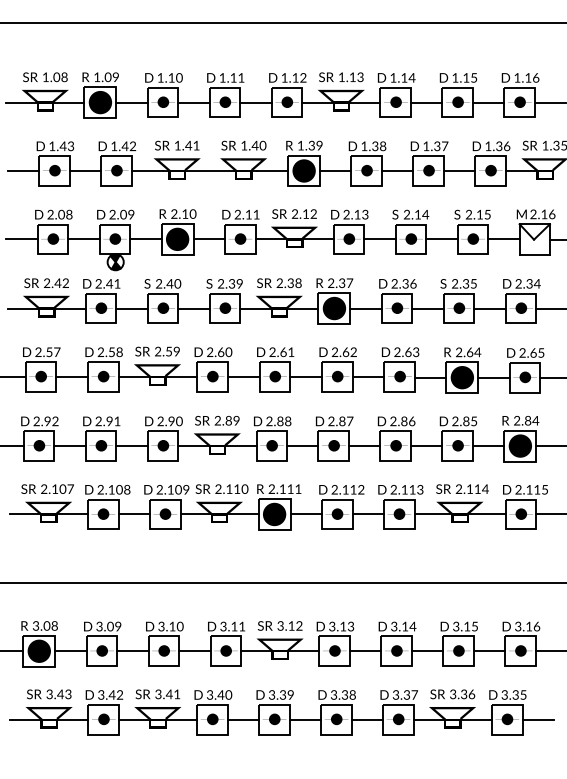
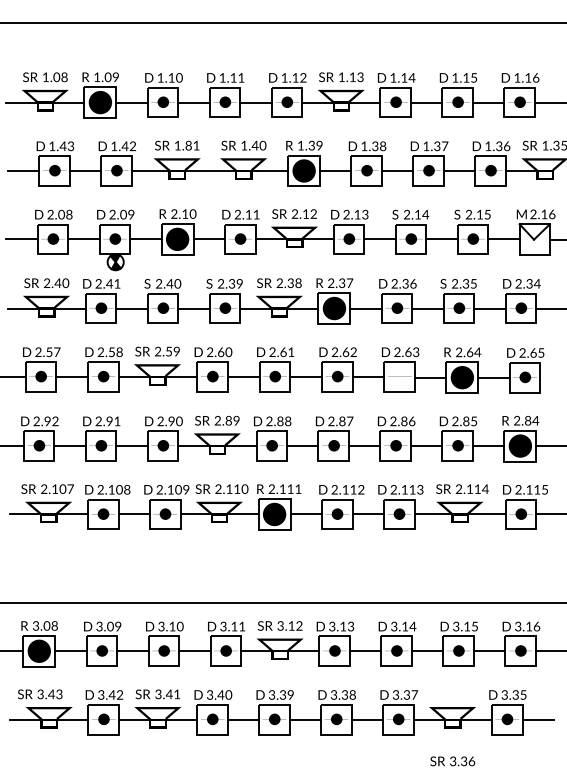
text at (188, 145): 1.41 -> 1.81
text at (65, 283): 2.42 -> 2.40
fill at (399, 376): present -> none
line at (551, 377): present -> none
line at (282, 582) position: (282, 582) -> (282, 602)
text at (49, 694) position: (49, 694) -> (40, 694)
text at (452, 694) position: (452, 694) -> (452, 761)
